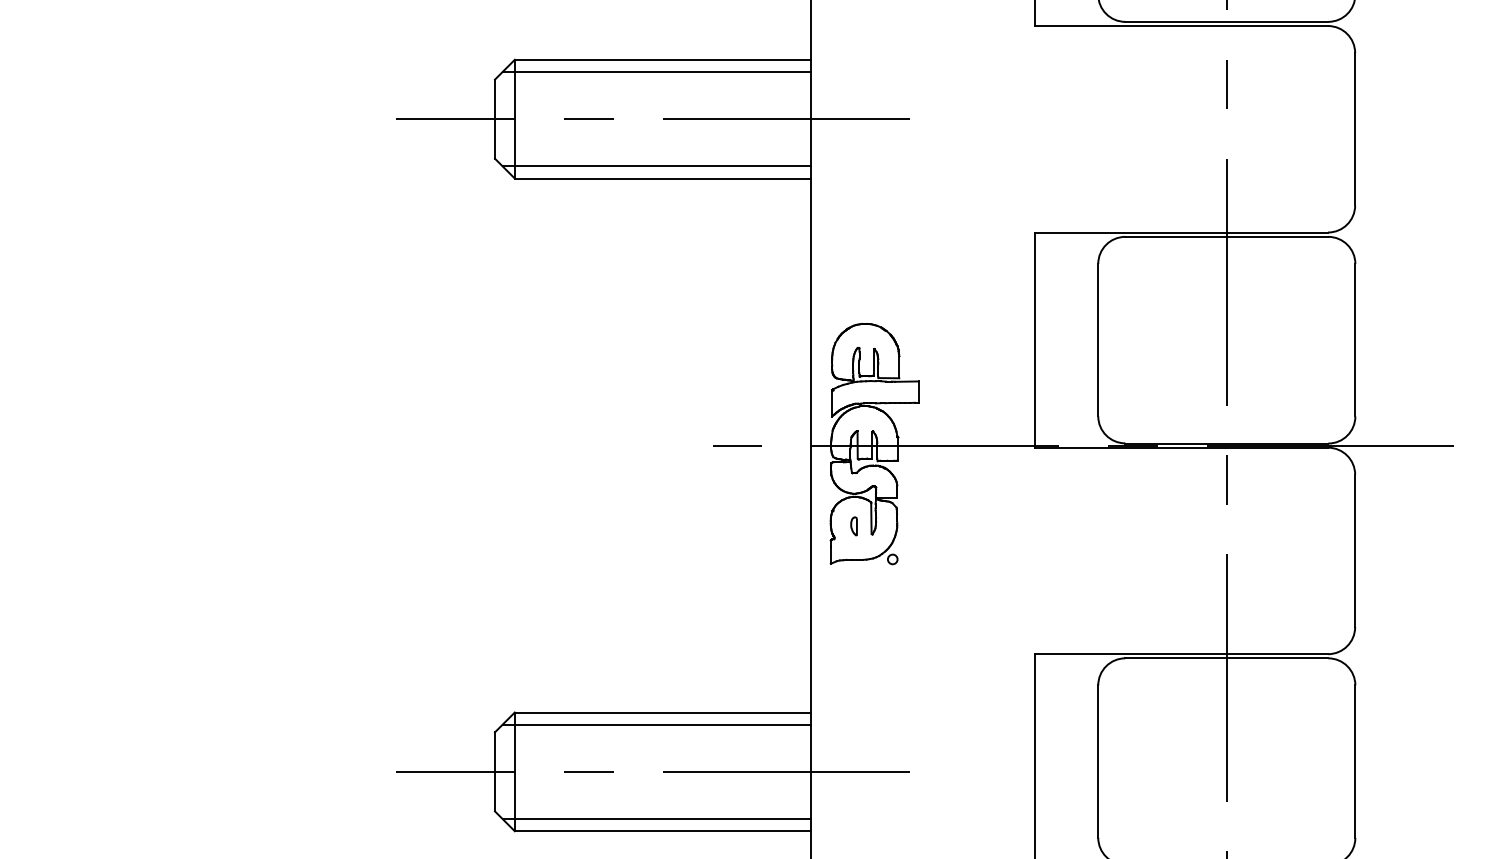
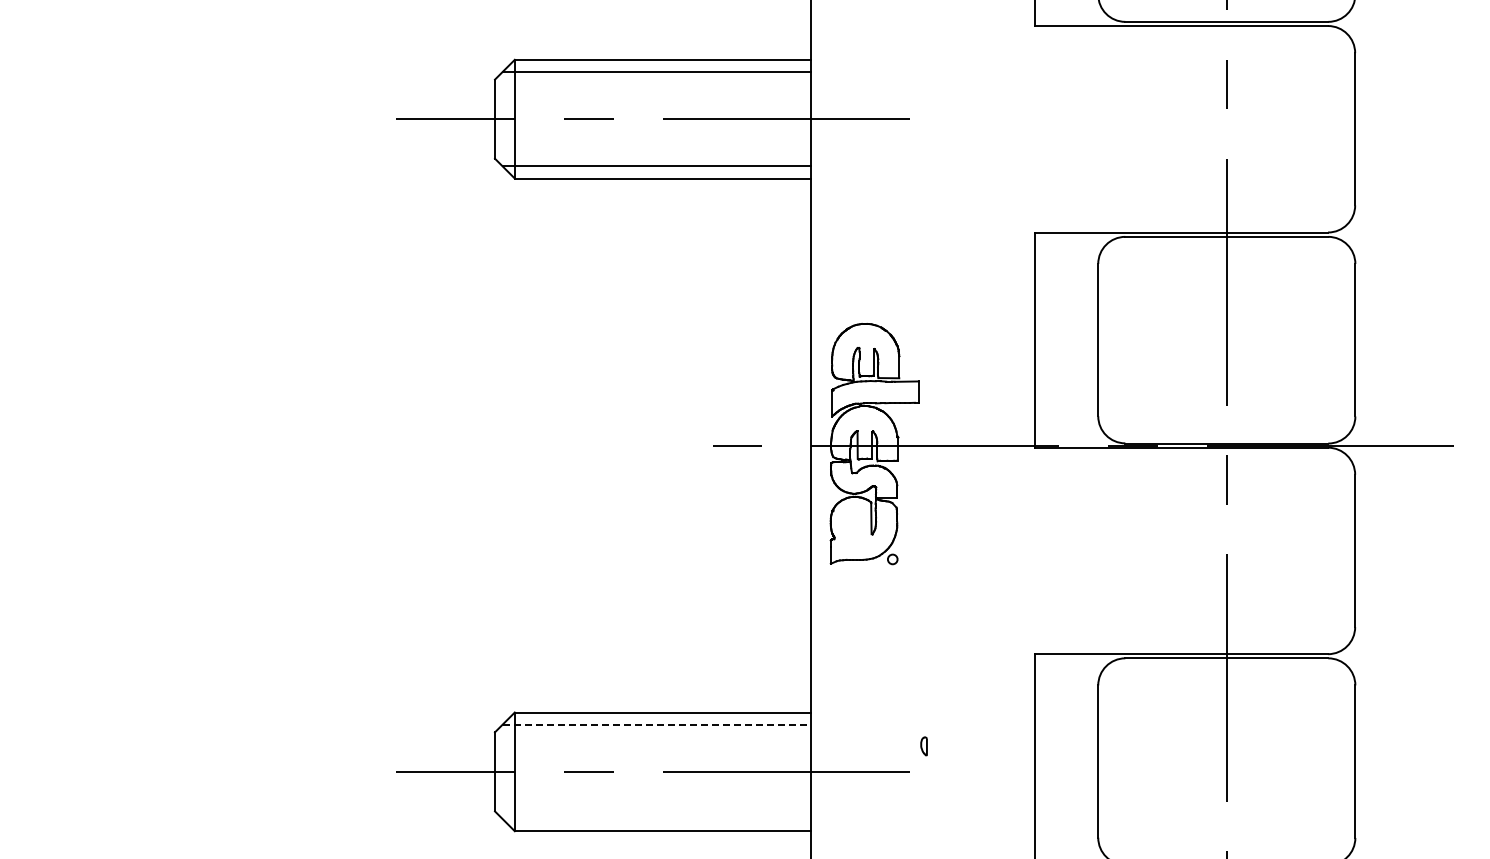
part at (853, 526) position: (853, 526) -> (923, 746)
line at (657, 724): solid -> dashed
line at (656, 818): present -> none
